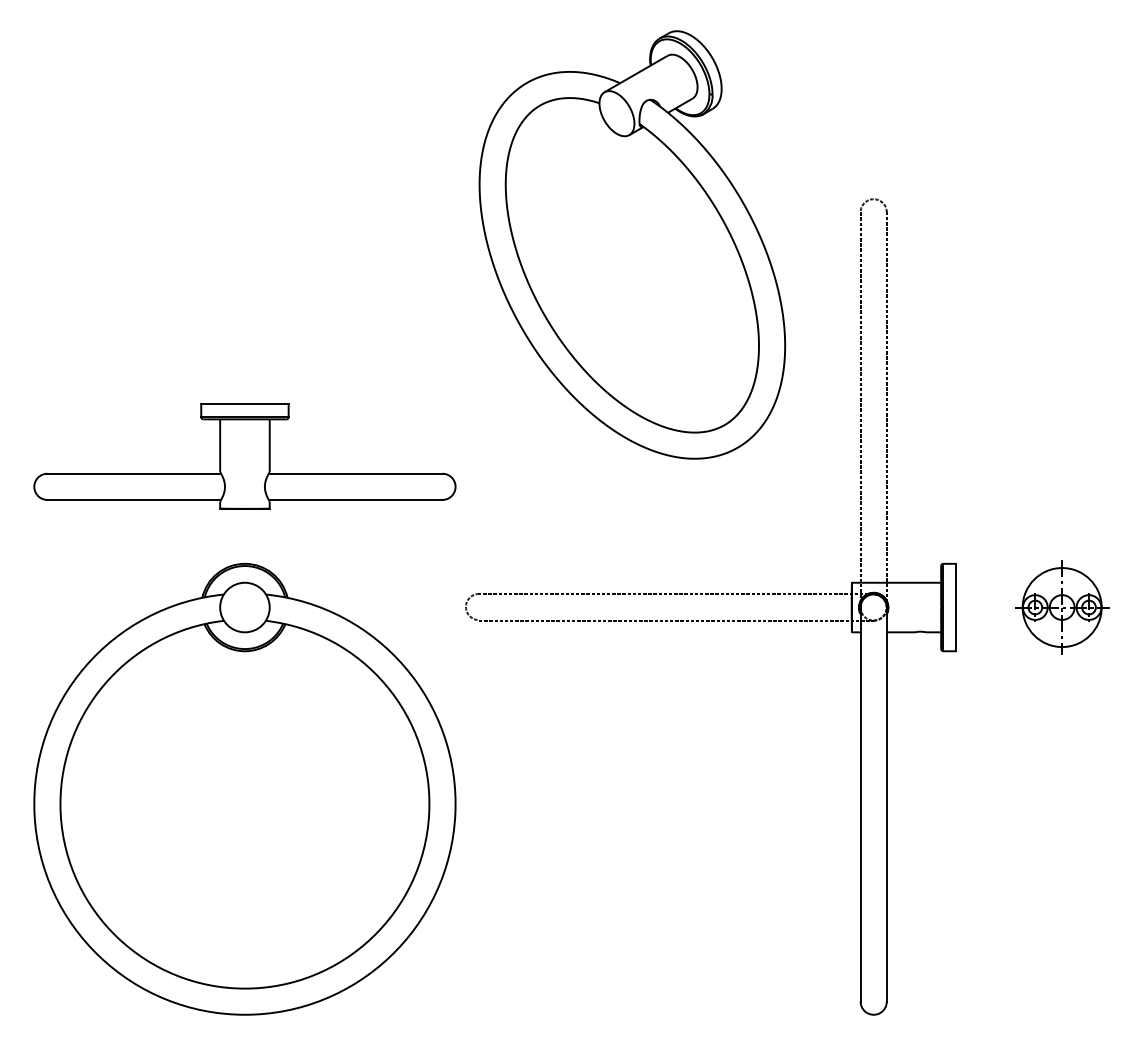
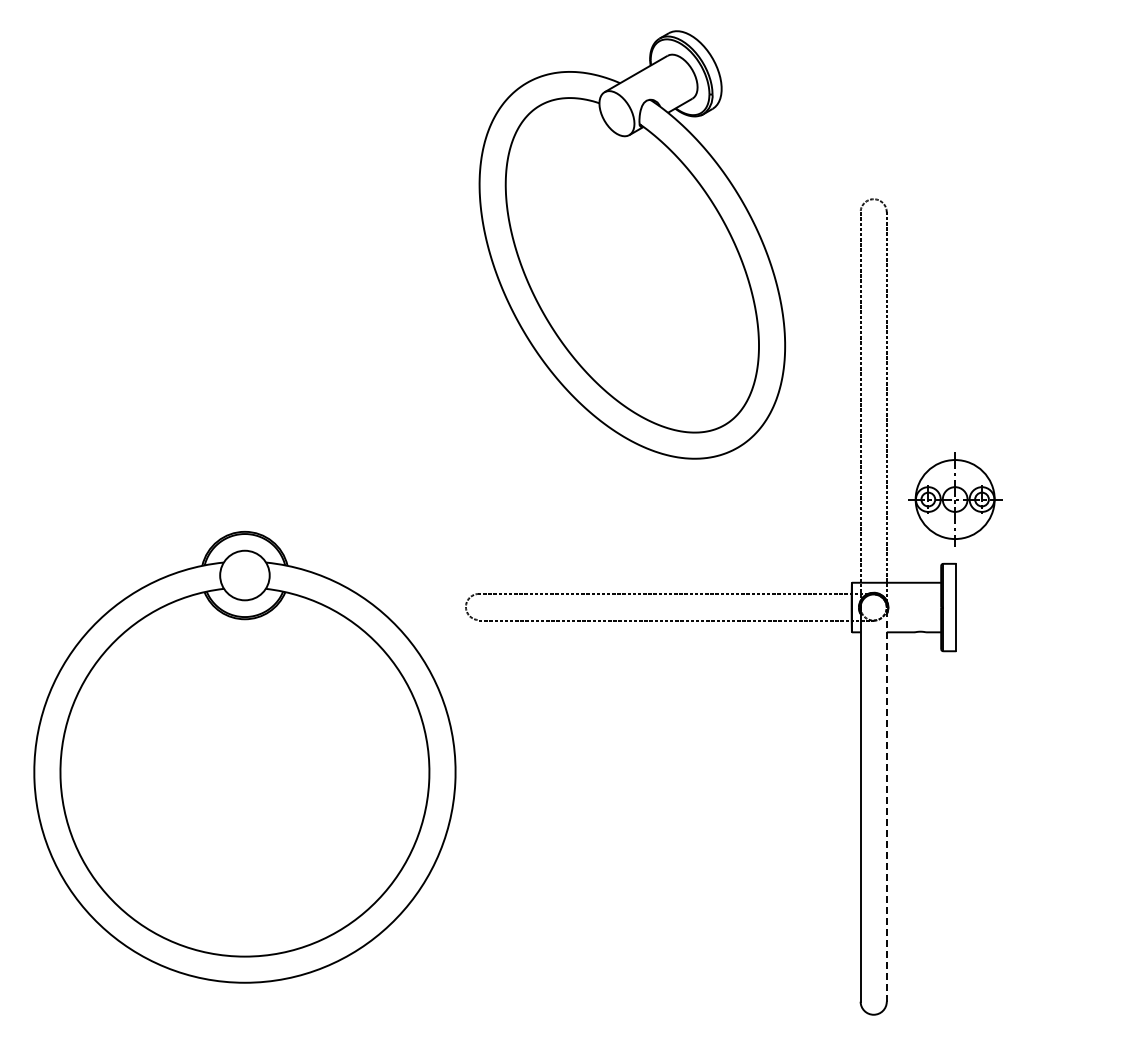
part at (244, 456): present -> none
part at (1062, 607) position: (1062, 607) -> (955, 499)
part at (244, 789) position: (244, 789) -> (244, 757)
line at (886, 804): solid -> dashed
